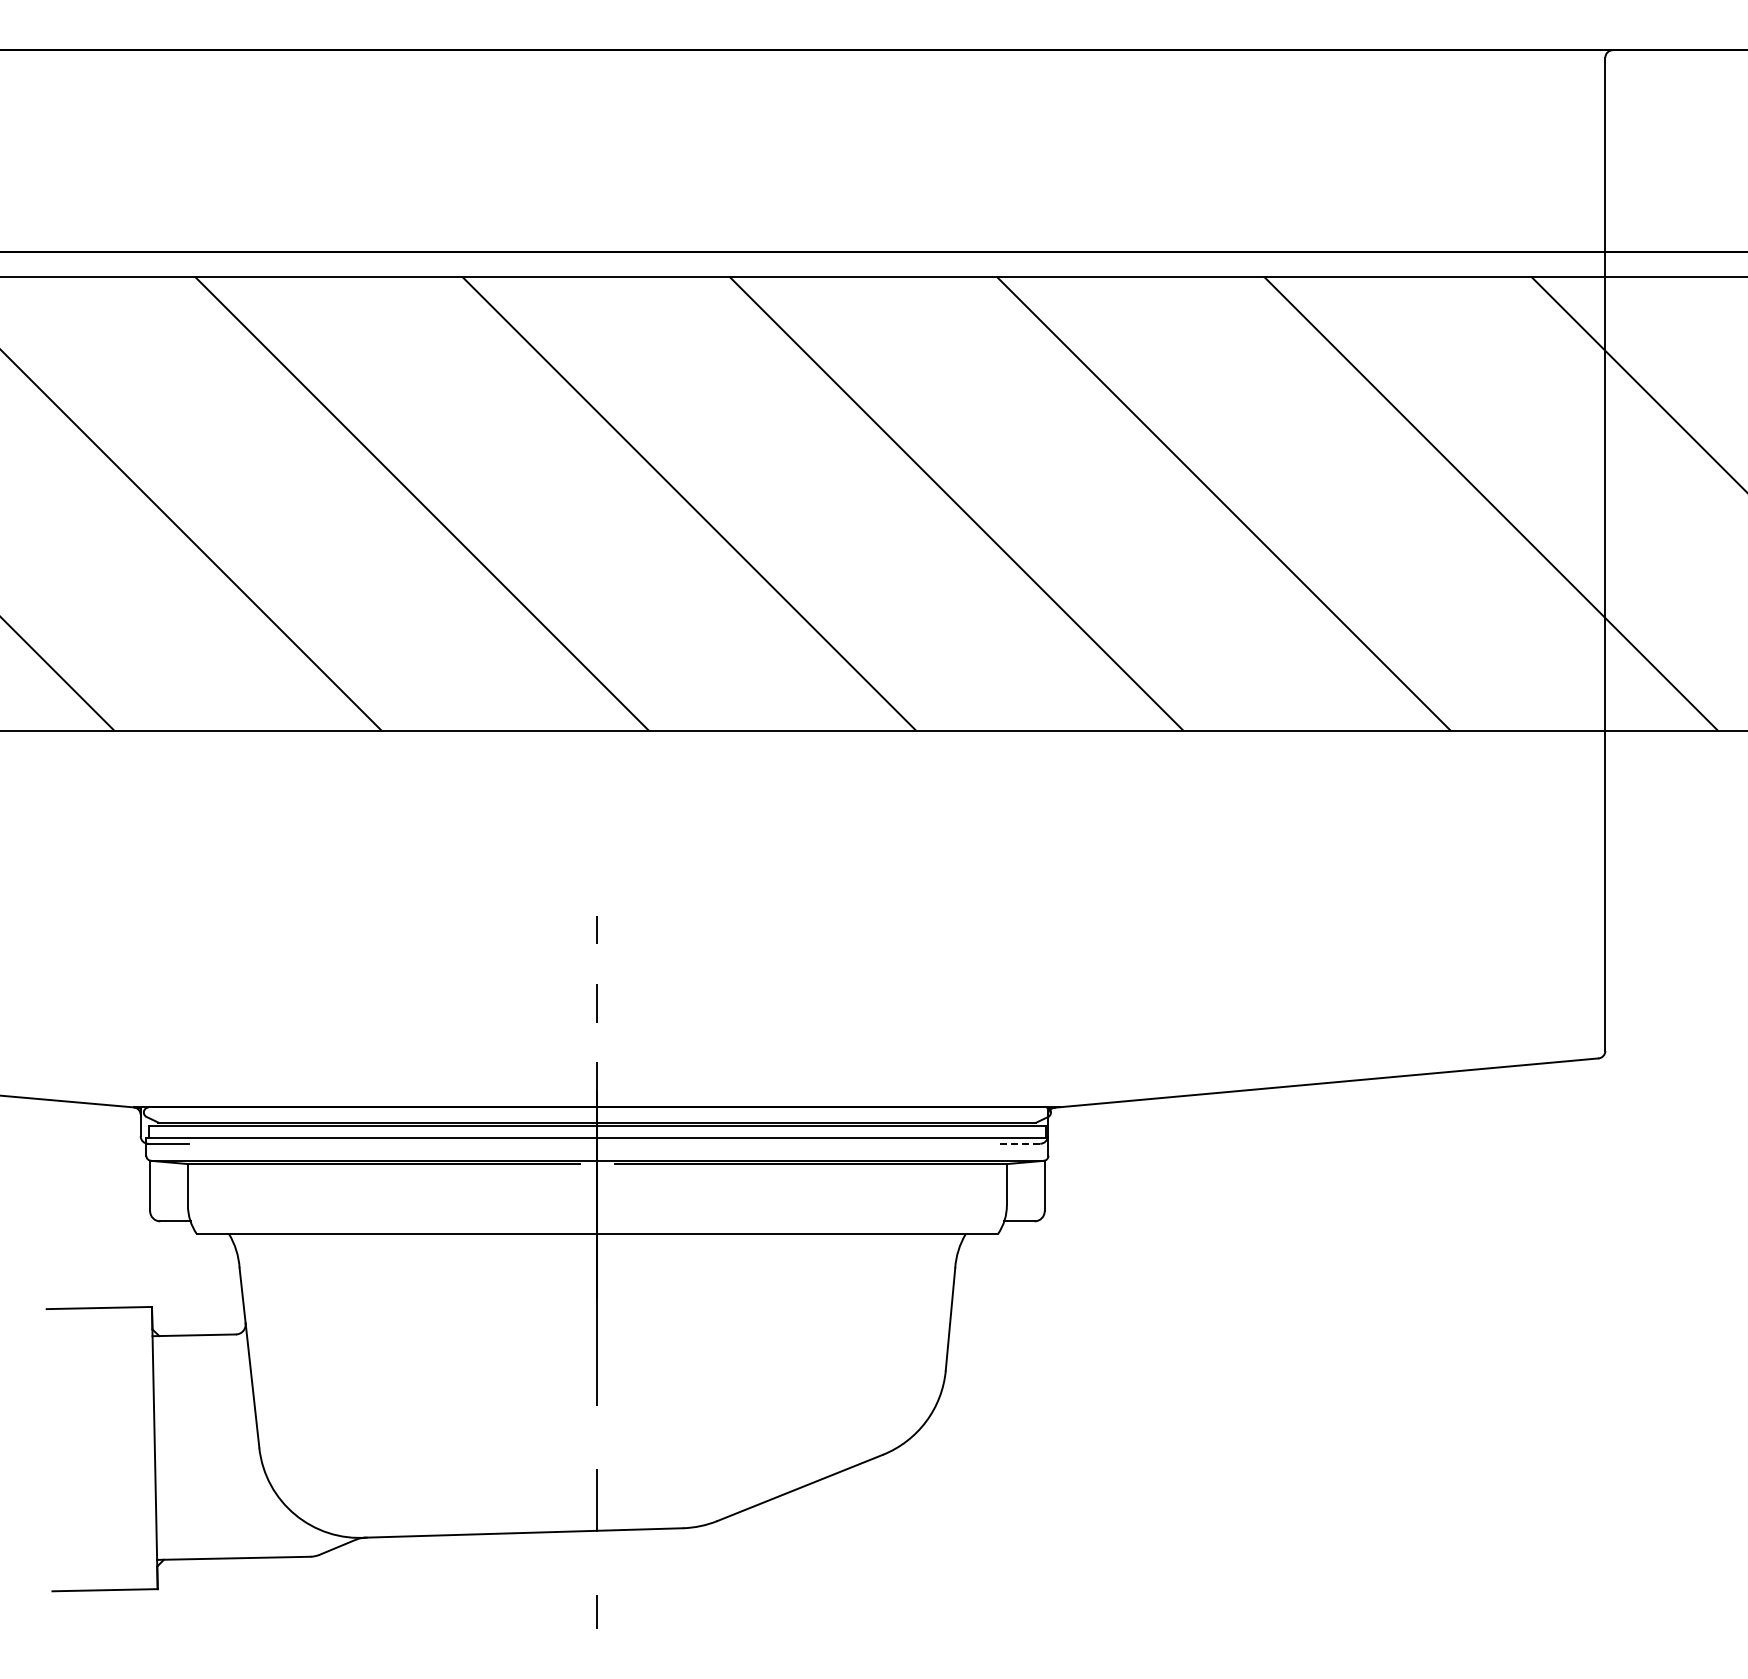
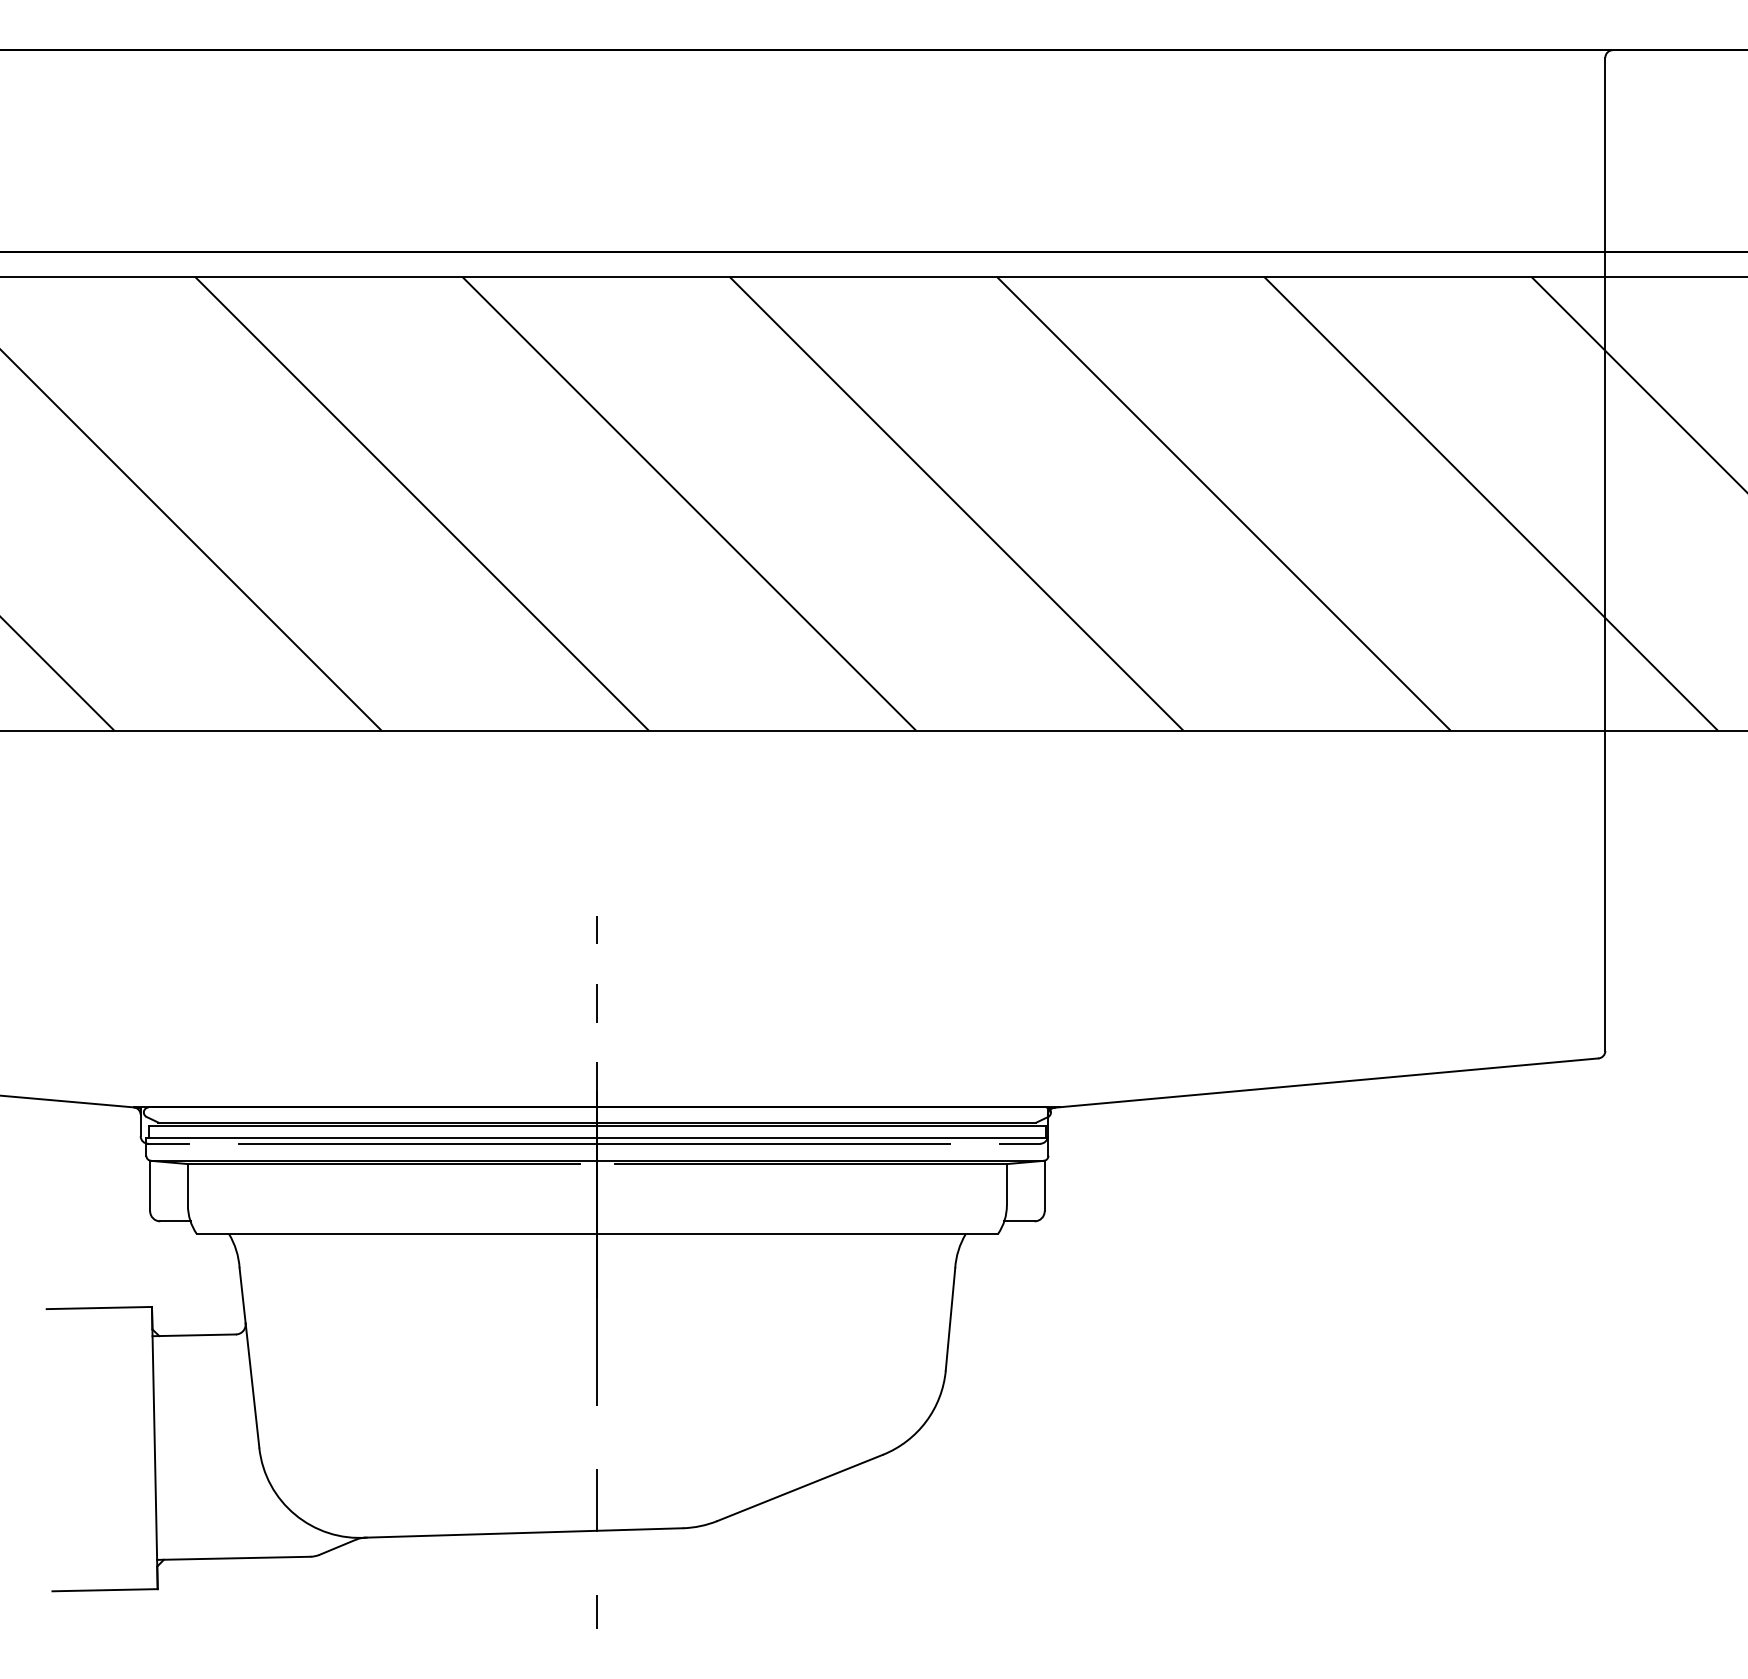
line at (593, 1143): none -> present
line at (1020, 1143): dashed -> solid
